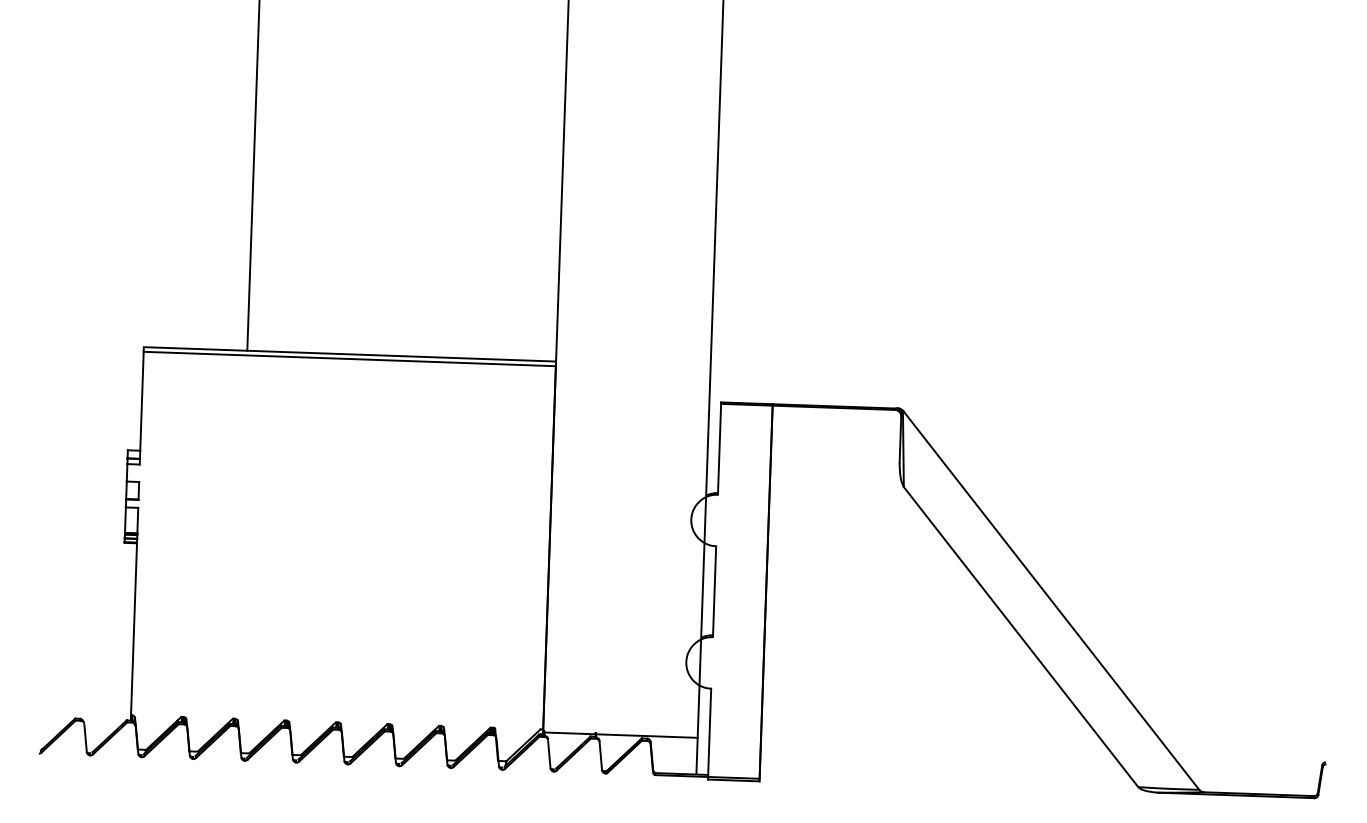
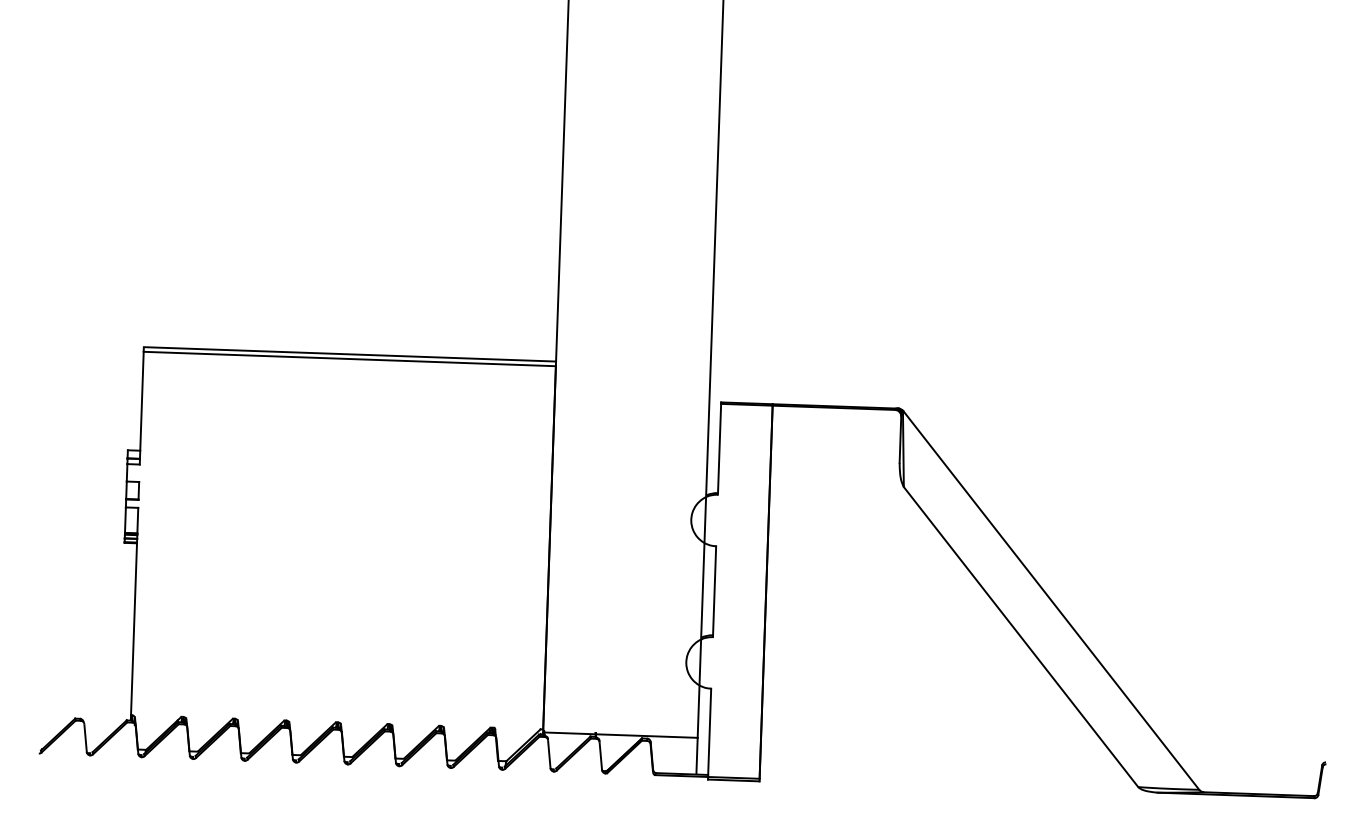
line at (253, 176): present -> none
